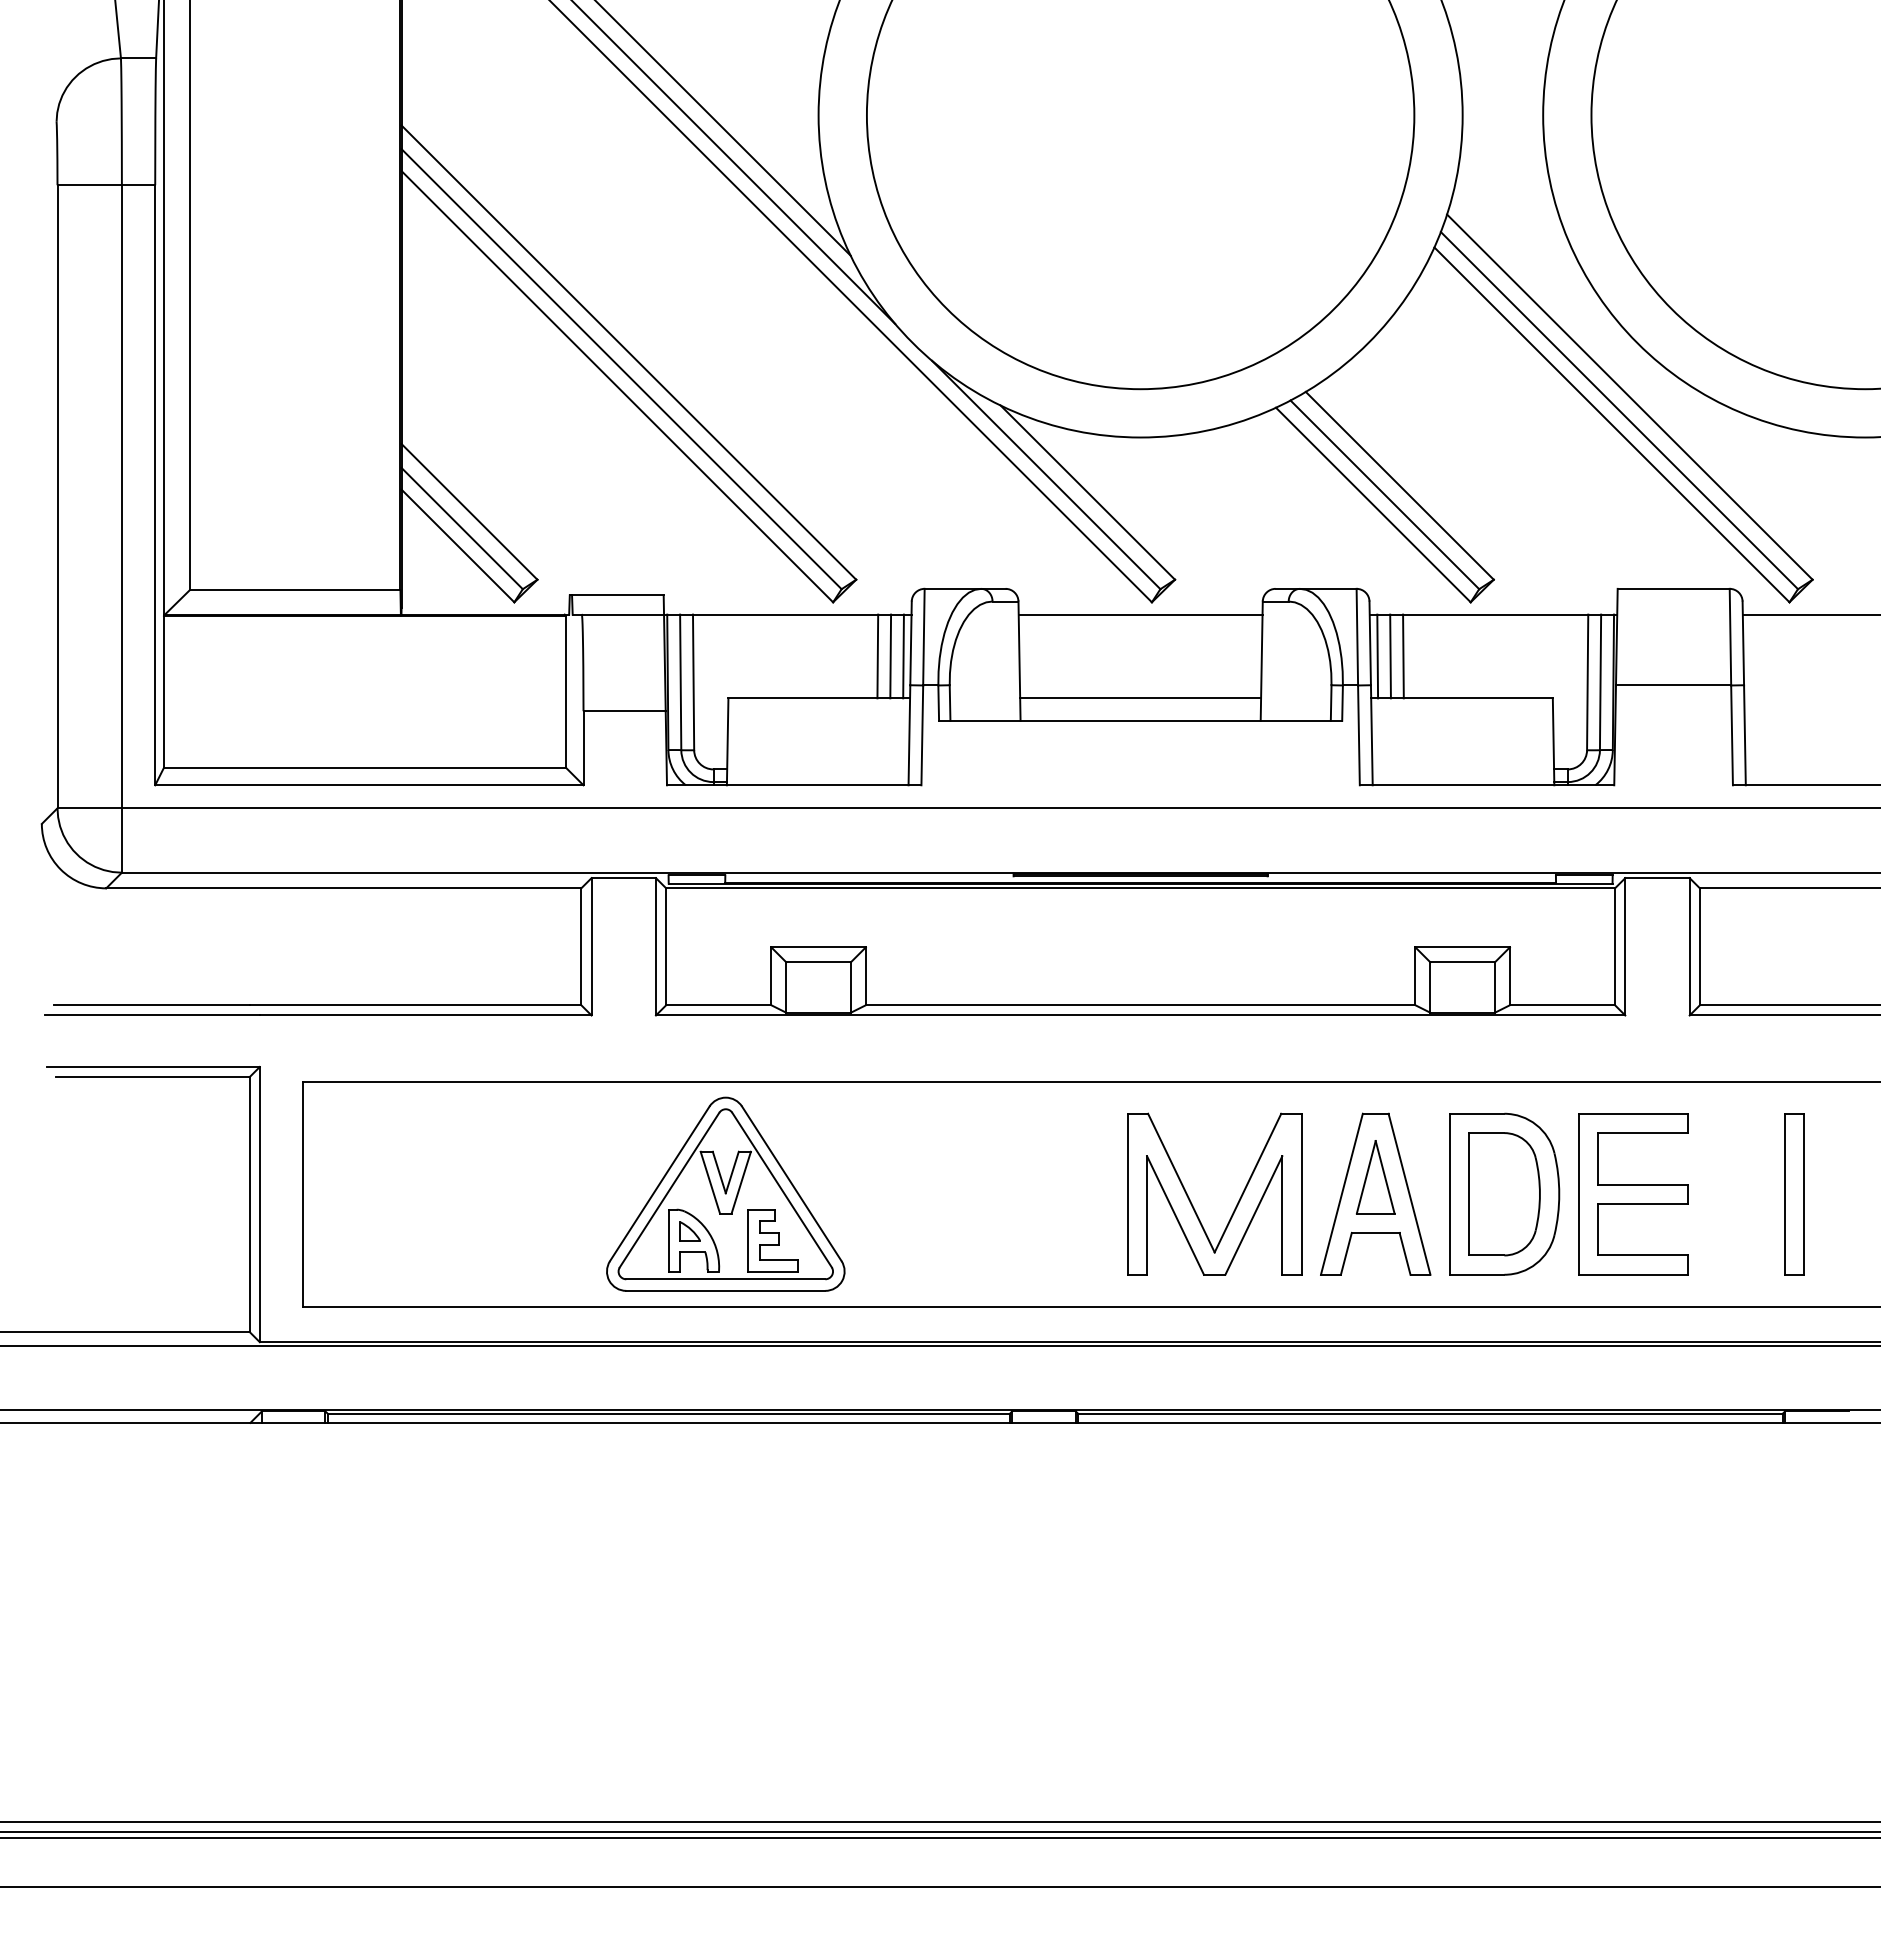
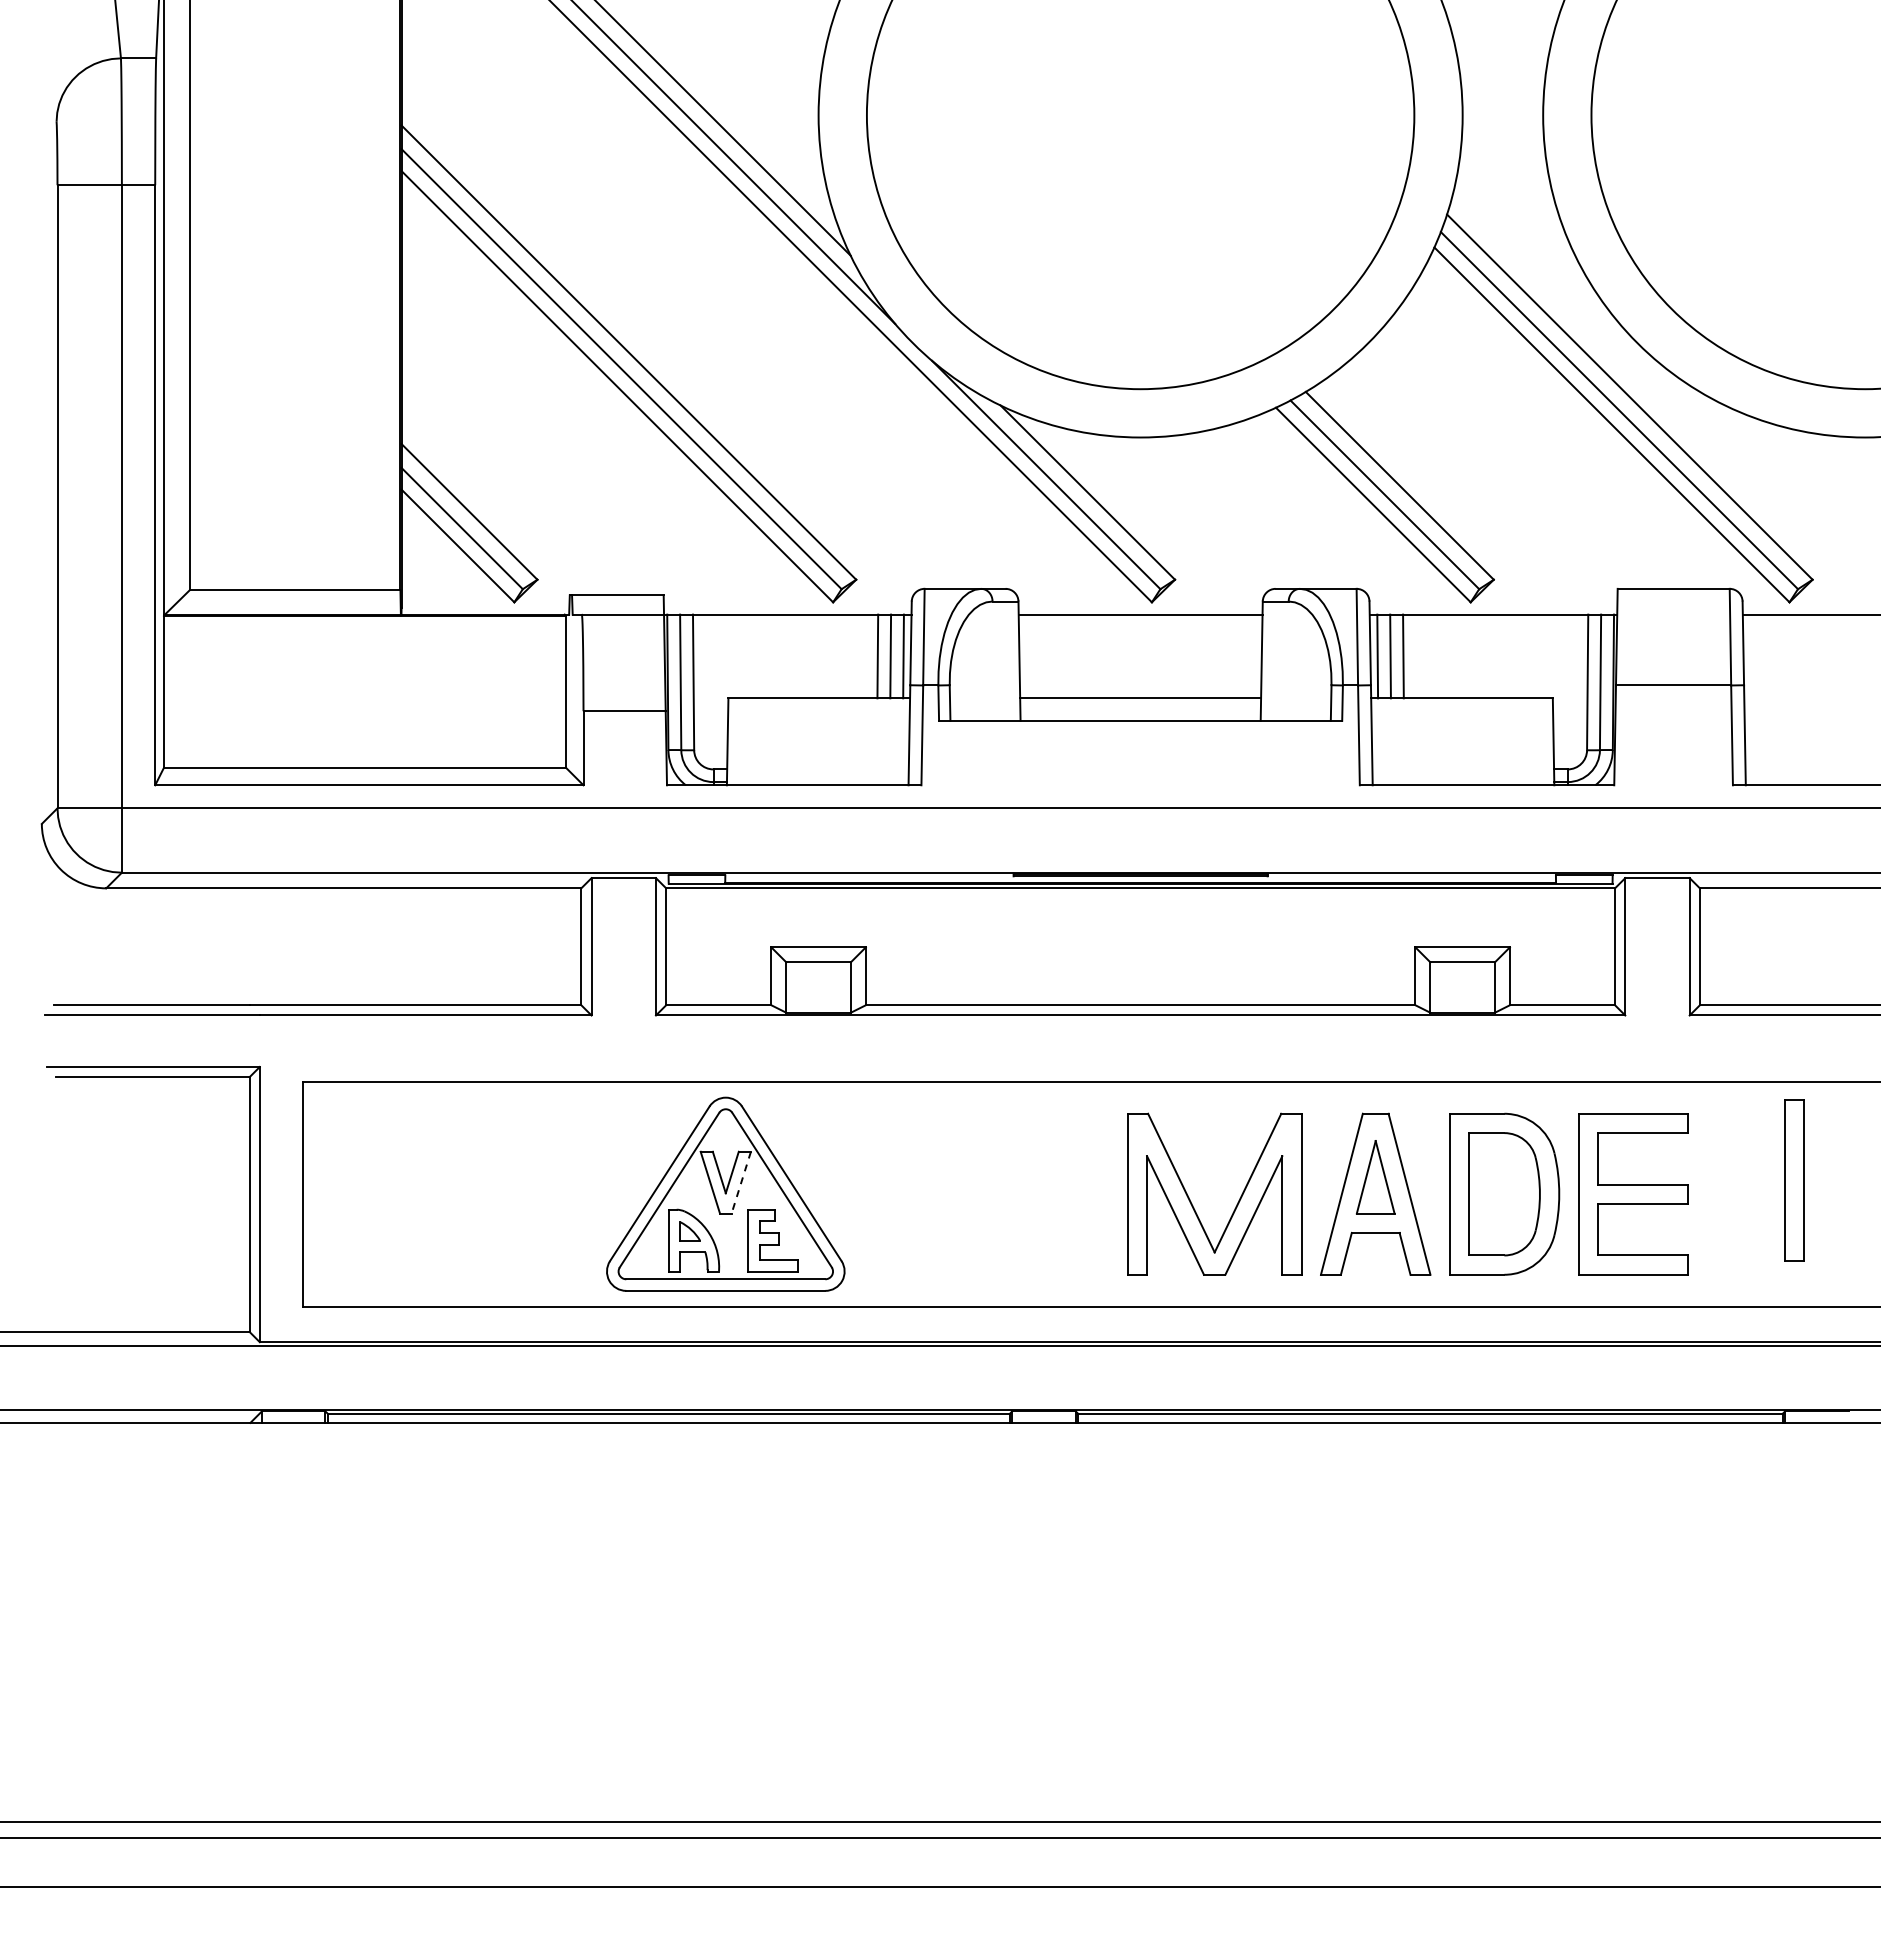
line at (741, 1183): solid -> dashed
part at (1794, 1194) position: (1794, 1194) -> (1794, 1180)
line at (939, 1831): present -> none
